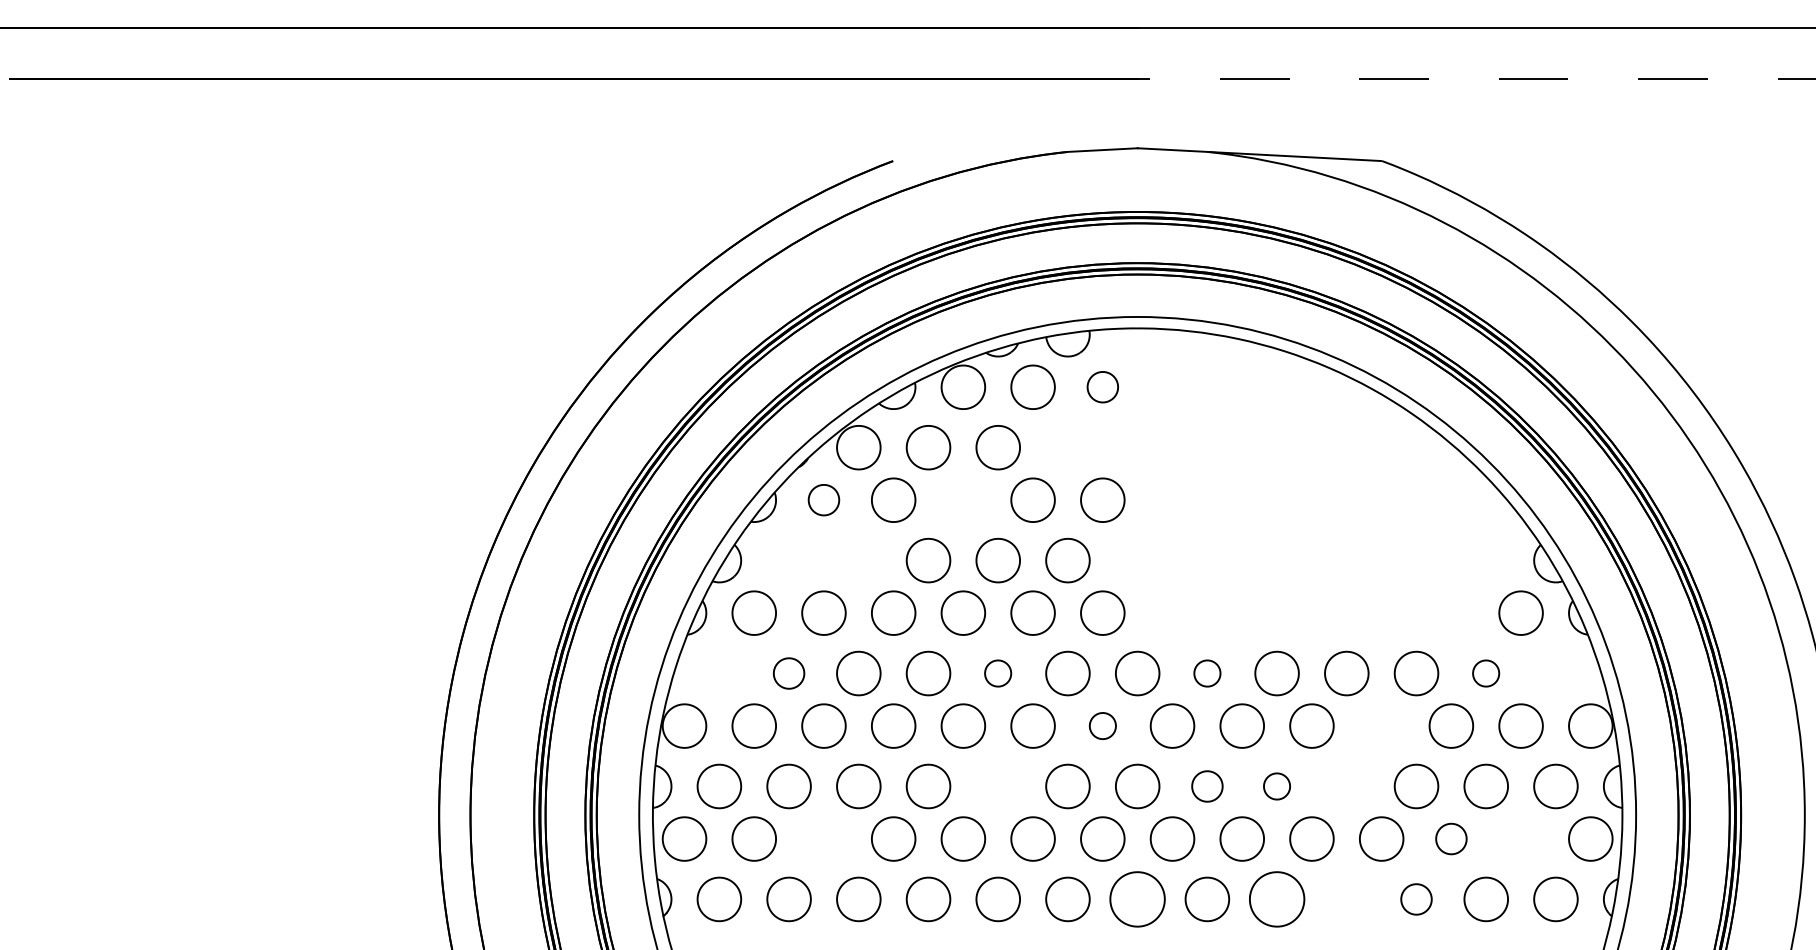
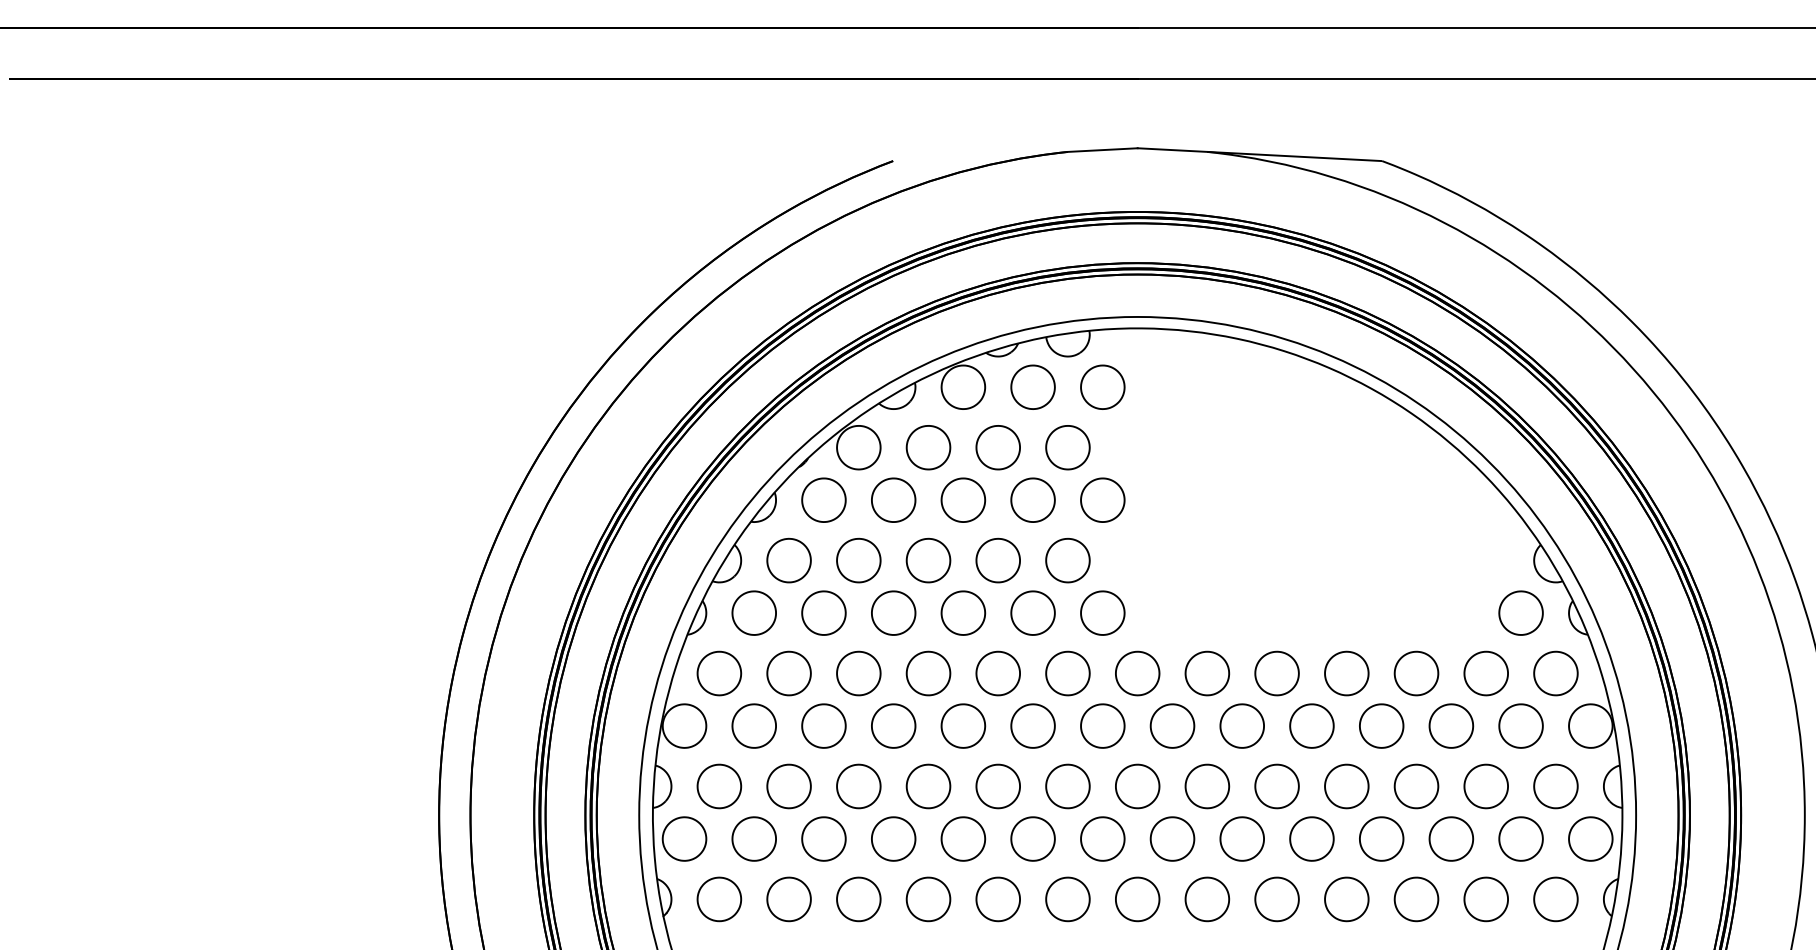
line at (1476, 79): dashed -> solid
part at (1102, 387) size: 33x33 px -> 46x46 px
part at (1067, 447): none -> present
part at (963, 499): none -> present
part at (823, 500) size: 34x33 px -> 46x46 px
part at (788, 560): none -> present
part at (858, 560): none -> present
part at (719, 673): none -> present
part at (788, 673) size: 34x33 px -> 46x47 px
part at (998, 673) size: 29x29 px -> 46x47 px
part at (1207, 673) size: 29x29 px -> 47x47 px
part at (1486, 673) size: 29x29 px -> 46x47 px
part at (1555, 673): none -> present
part at (1102, 725) size: 29x28 px -> 46x46 px
part at (1381, 725): none -> present
part at (997, 786): none -> present
part at (1207, 786) size: 33x33 px -> 47x47 px
part at (1276, 786) size: 28x29 px -> 46x47 px
part at (1346, 786): none -> present
part at (823, 838): none -> present
part at (1451, 838) size: 33x34 px -> 47x46 px
part at (1520, 838): none -> present
part at (1137, 899) size: 57x57 px -> 46x47 px
part at (1277, 899) size: 57x57 px -> 46x47 px
part at (1346, 899): none -> present
part at (1416, 899) size: 33x33 px -> 47x47 px
